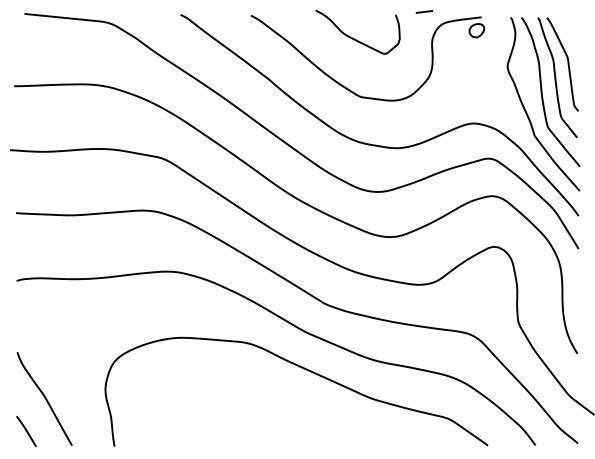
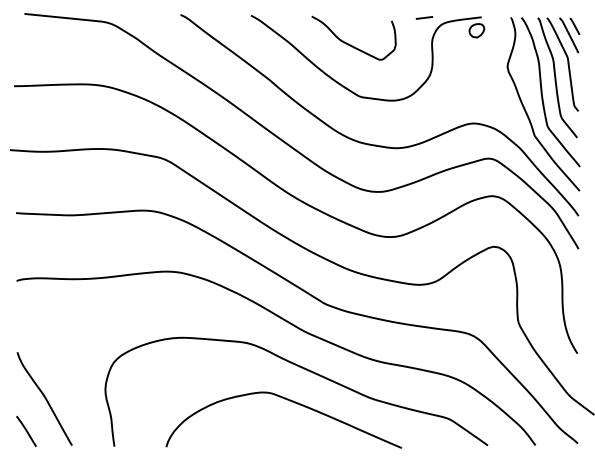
line at (424, 11) position: (424, 11) -> (424, 17)
part at (569, 35): none -> present
curve at (354, 38) position: (354, 38) -> (350, 44)
curve at (289, 401): none -> present
